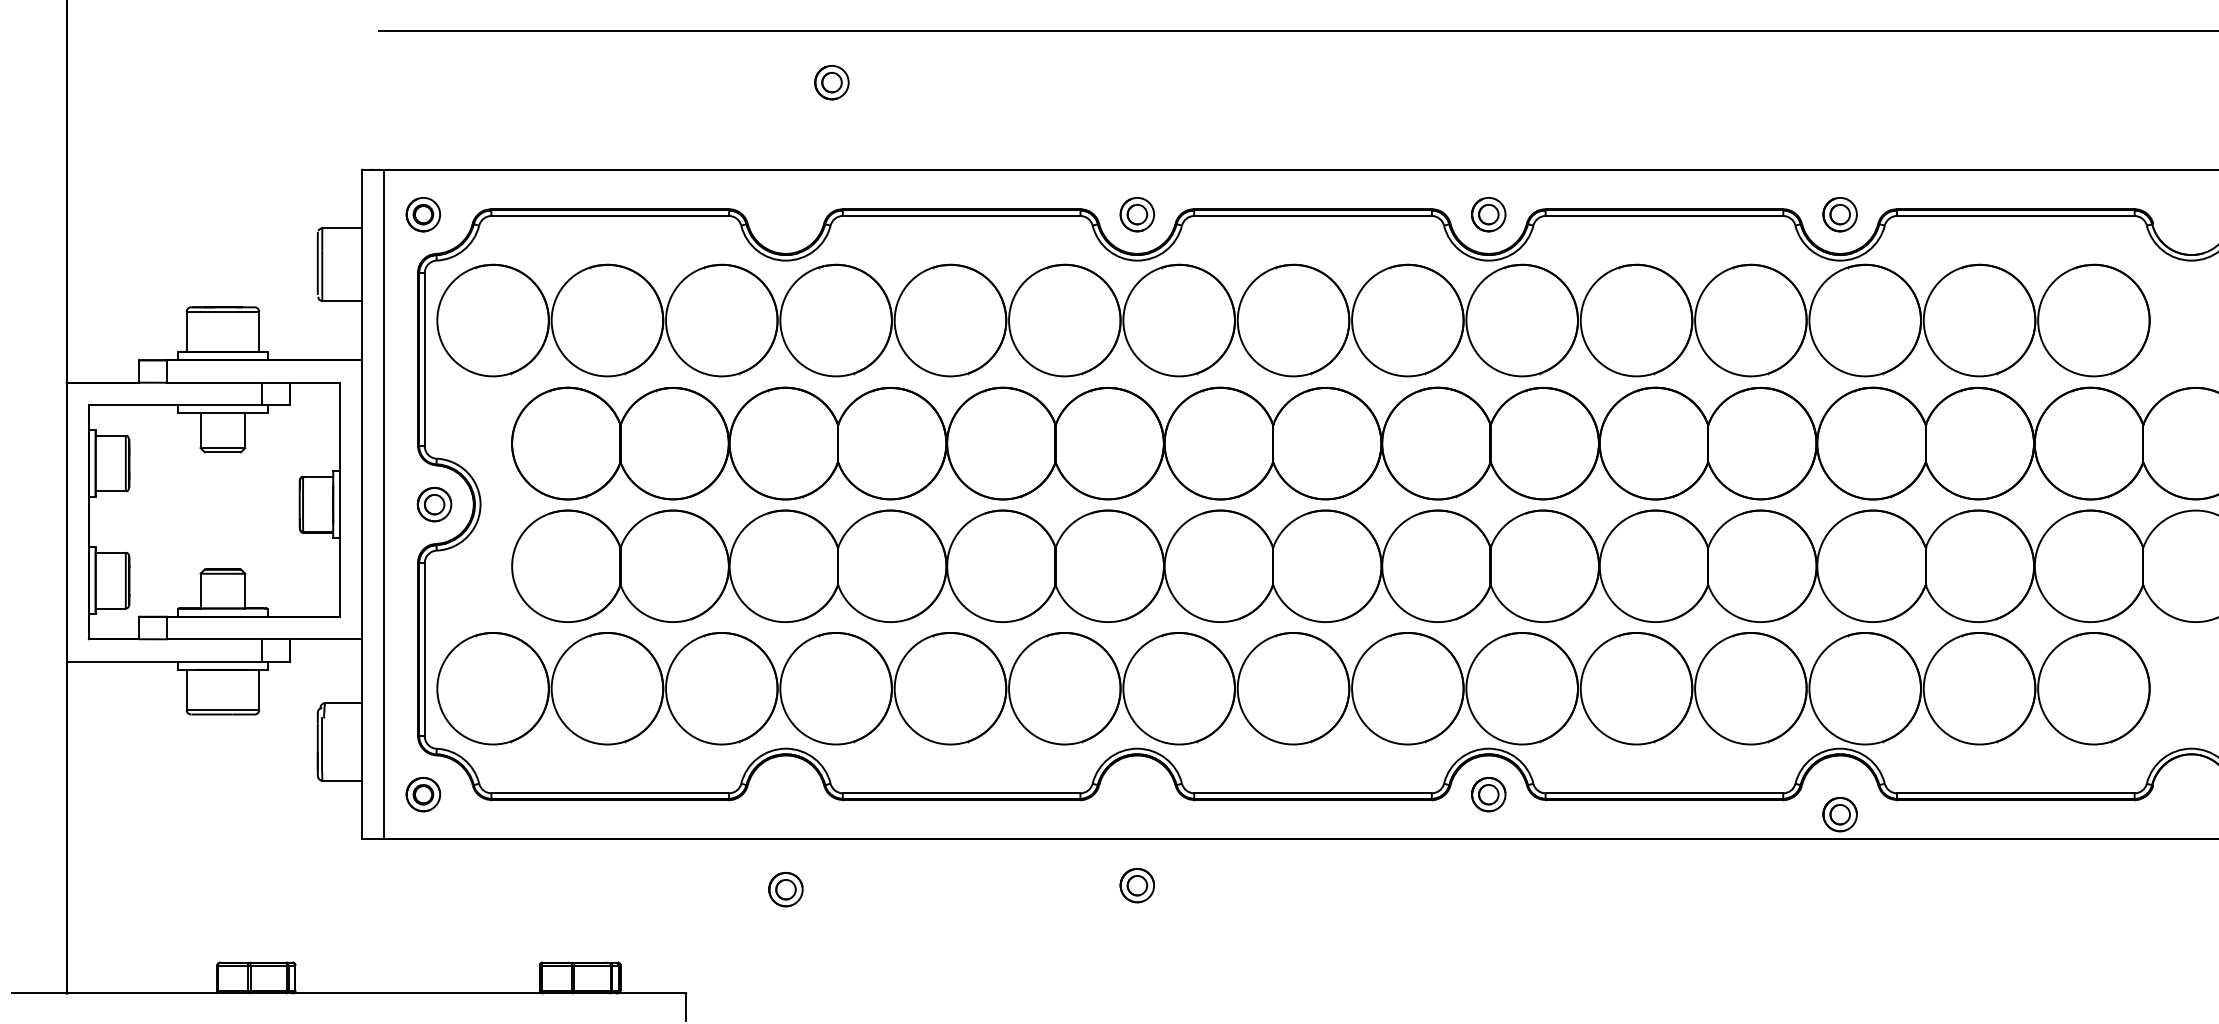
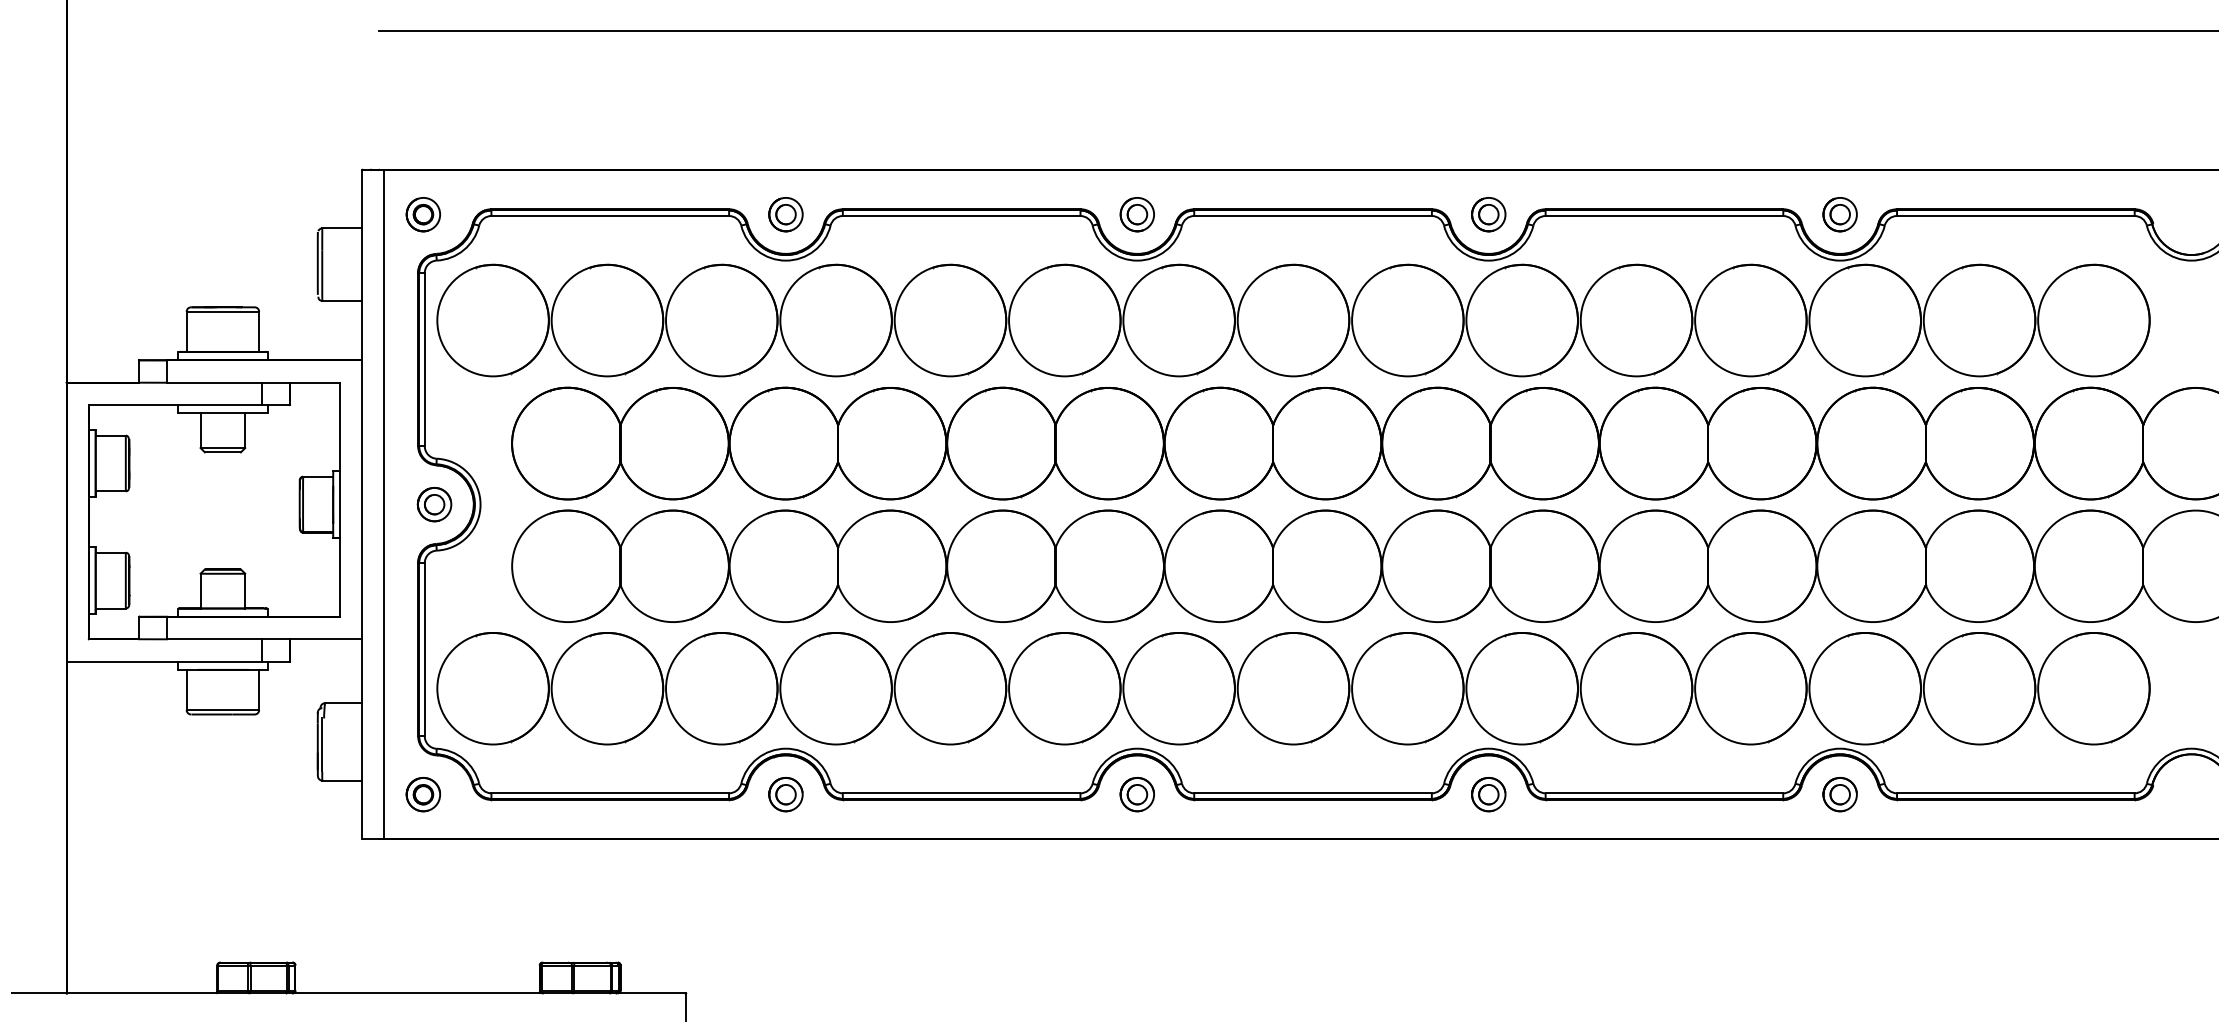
part at (831, 82) position: (831, 82) -> (785, 214)
part at (1839, 814) position: (1839, 814) -> (1839, 794)
part at (1136, 885) position: (1136, 885) -> (1136, 794)
part at (785, 889) position: (785, 889) -> (785, 794)
